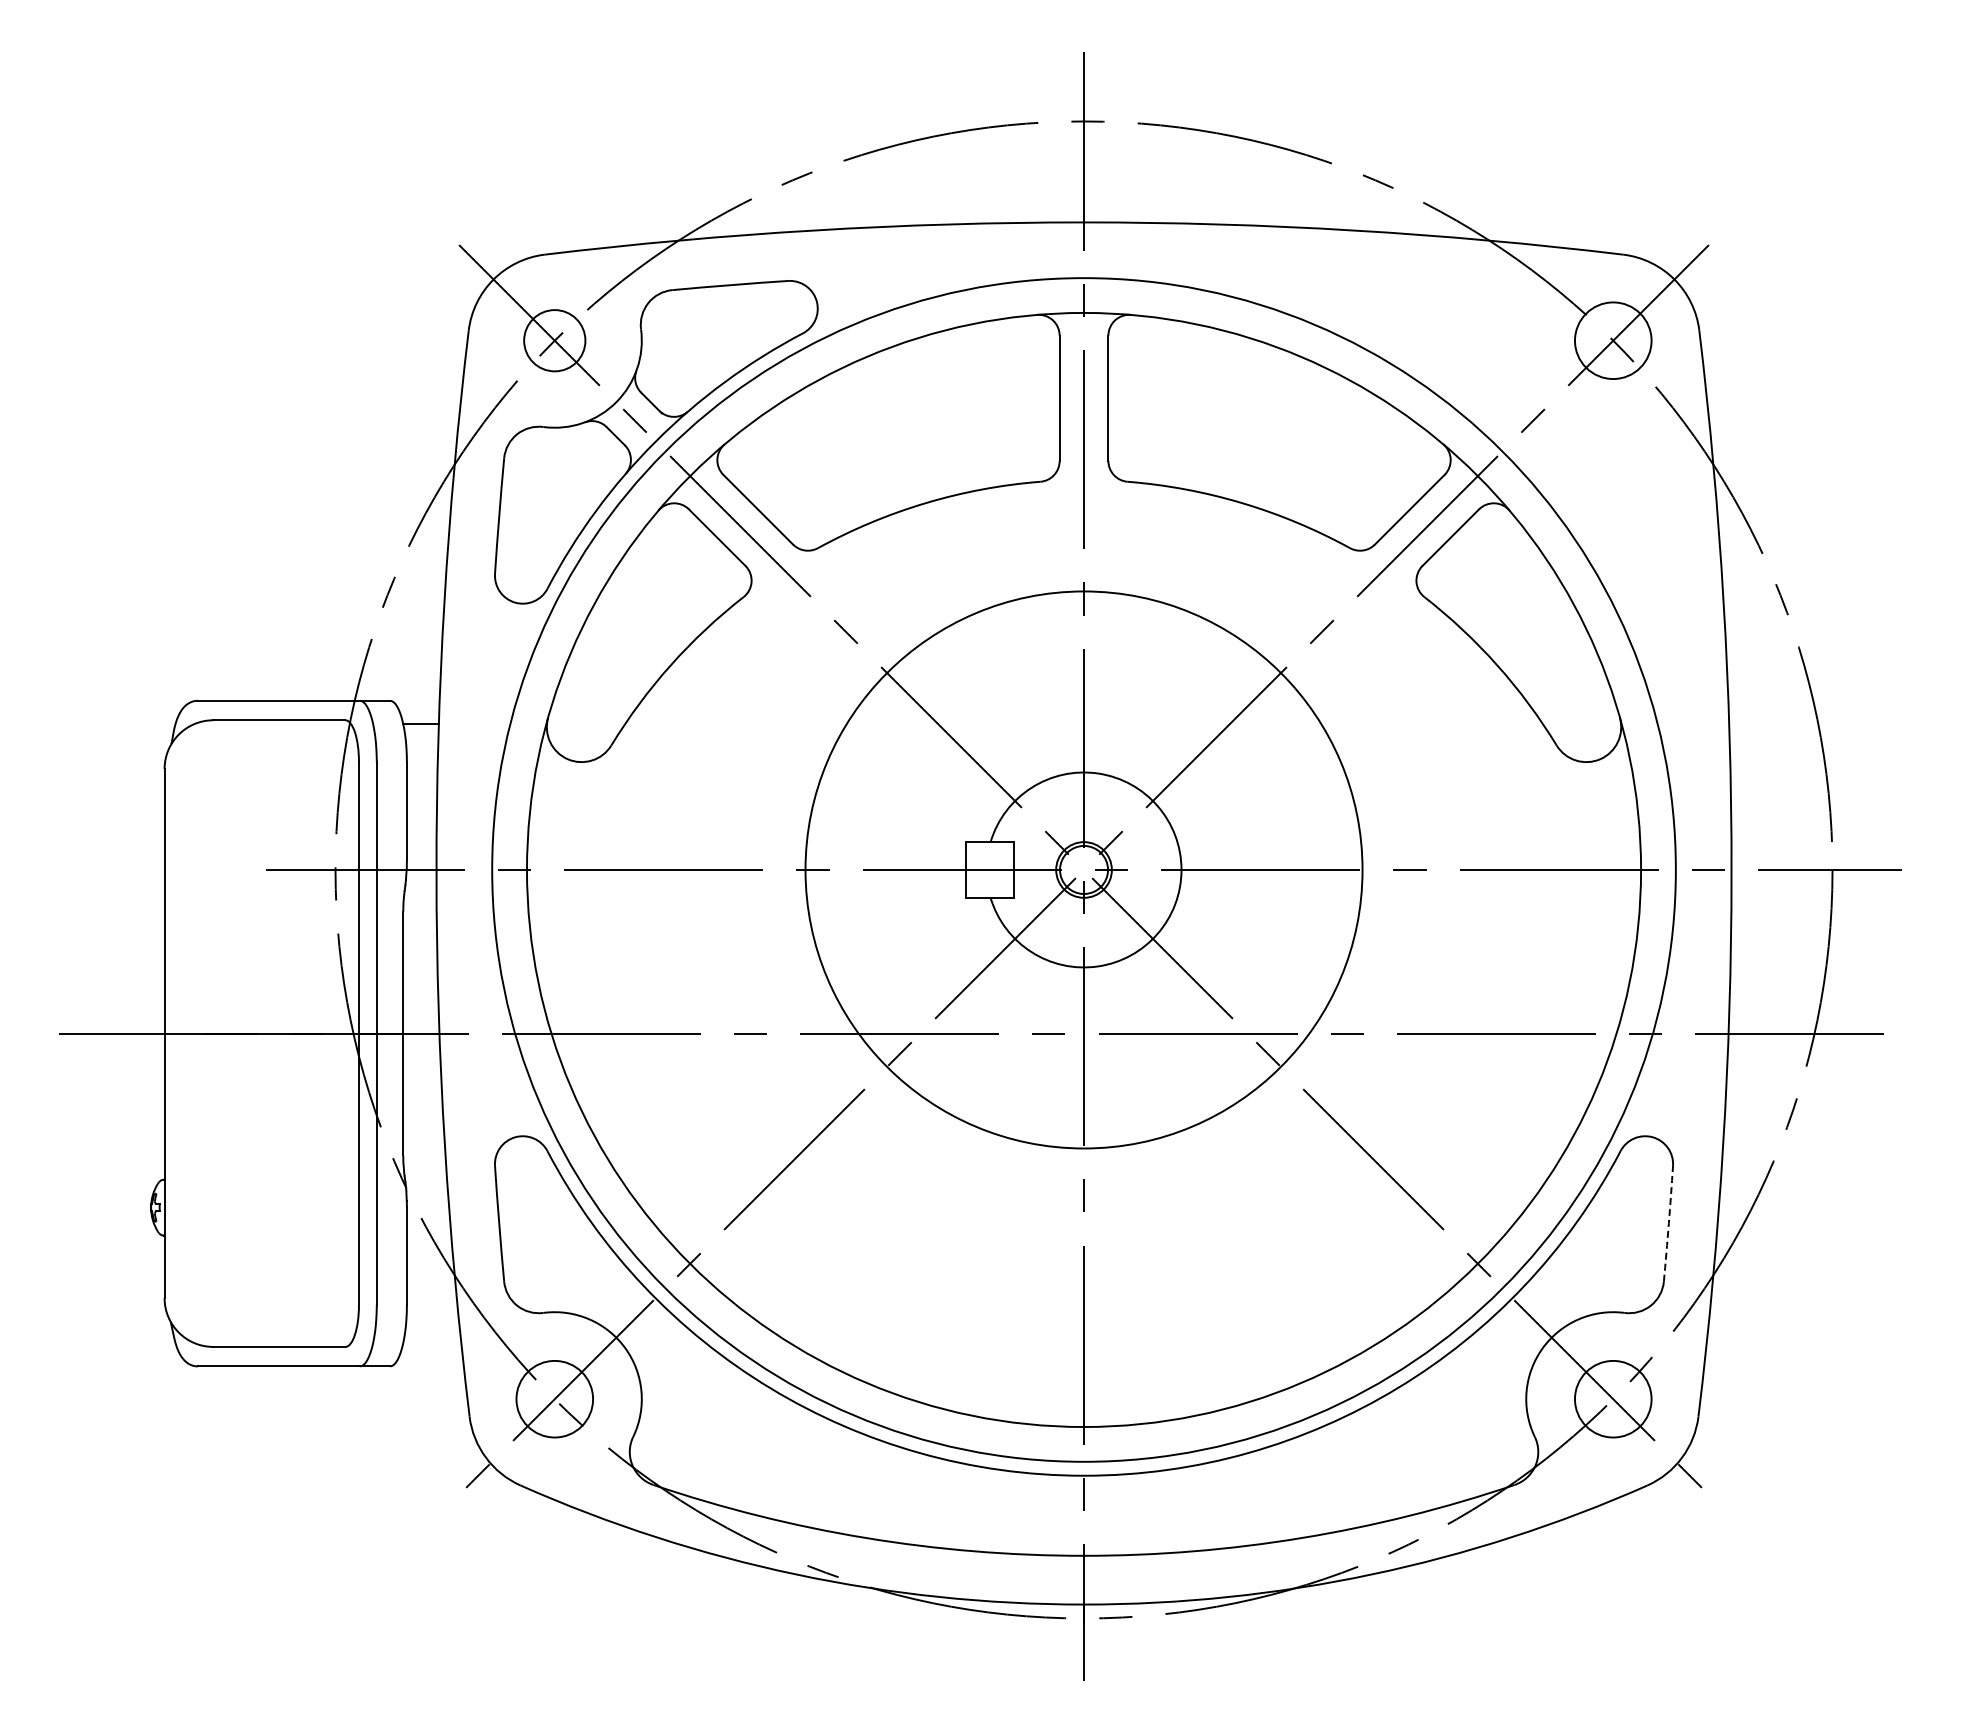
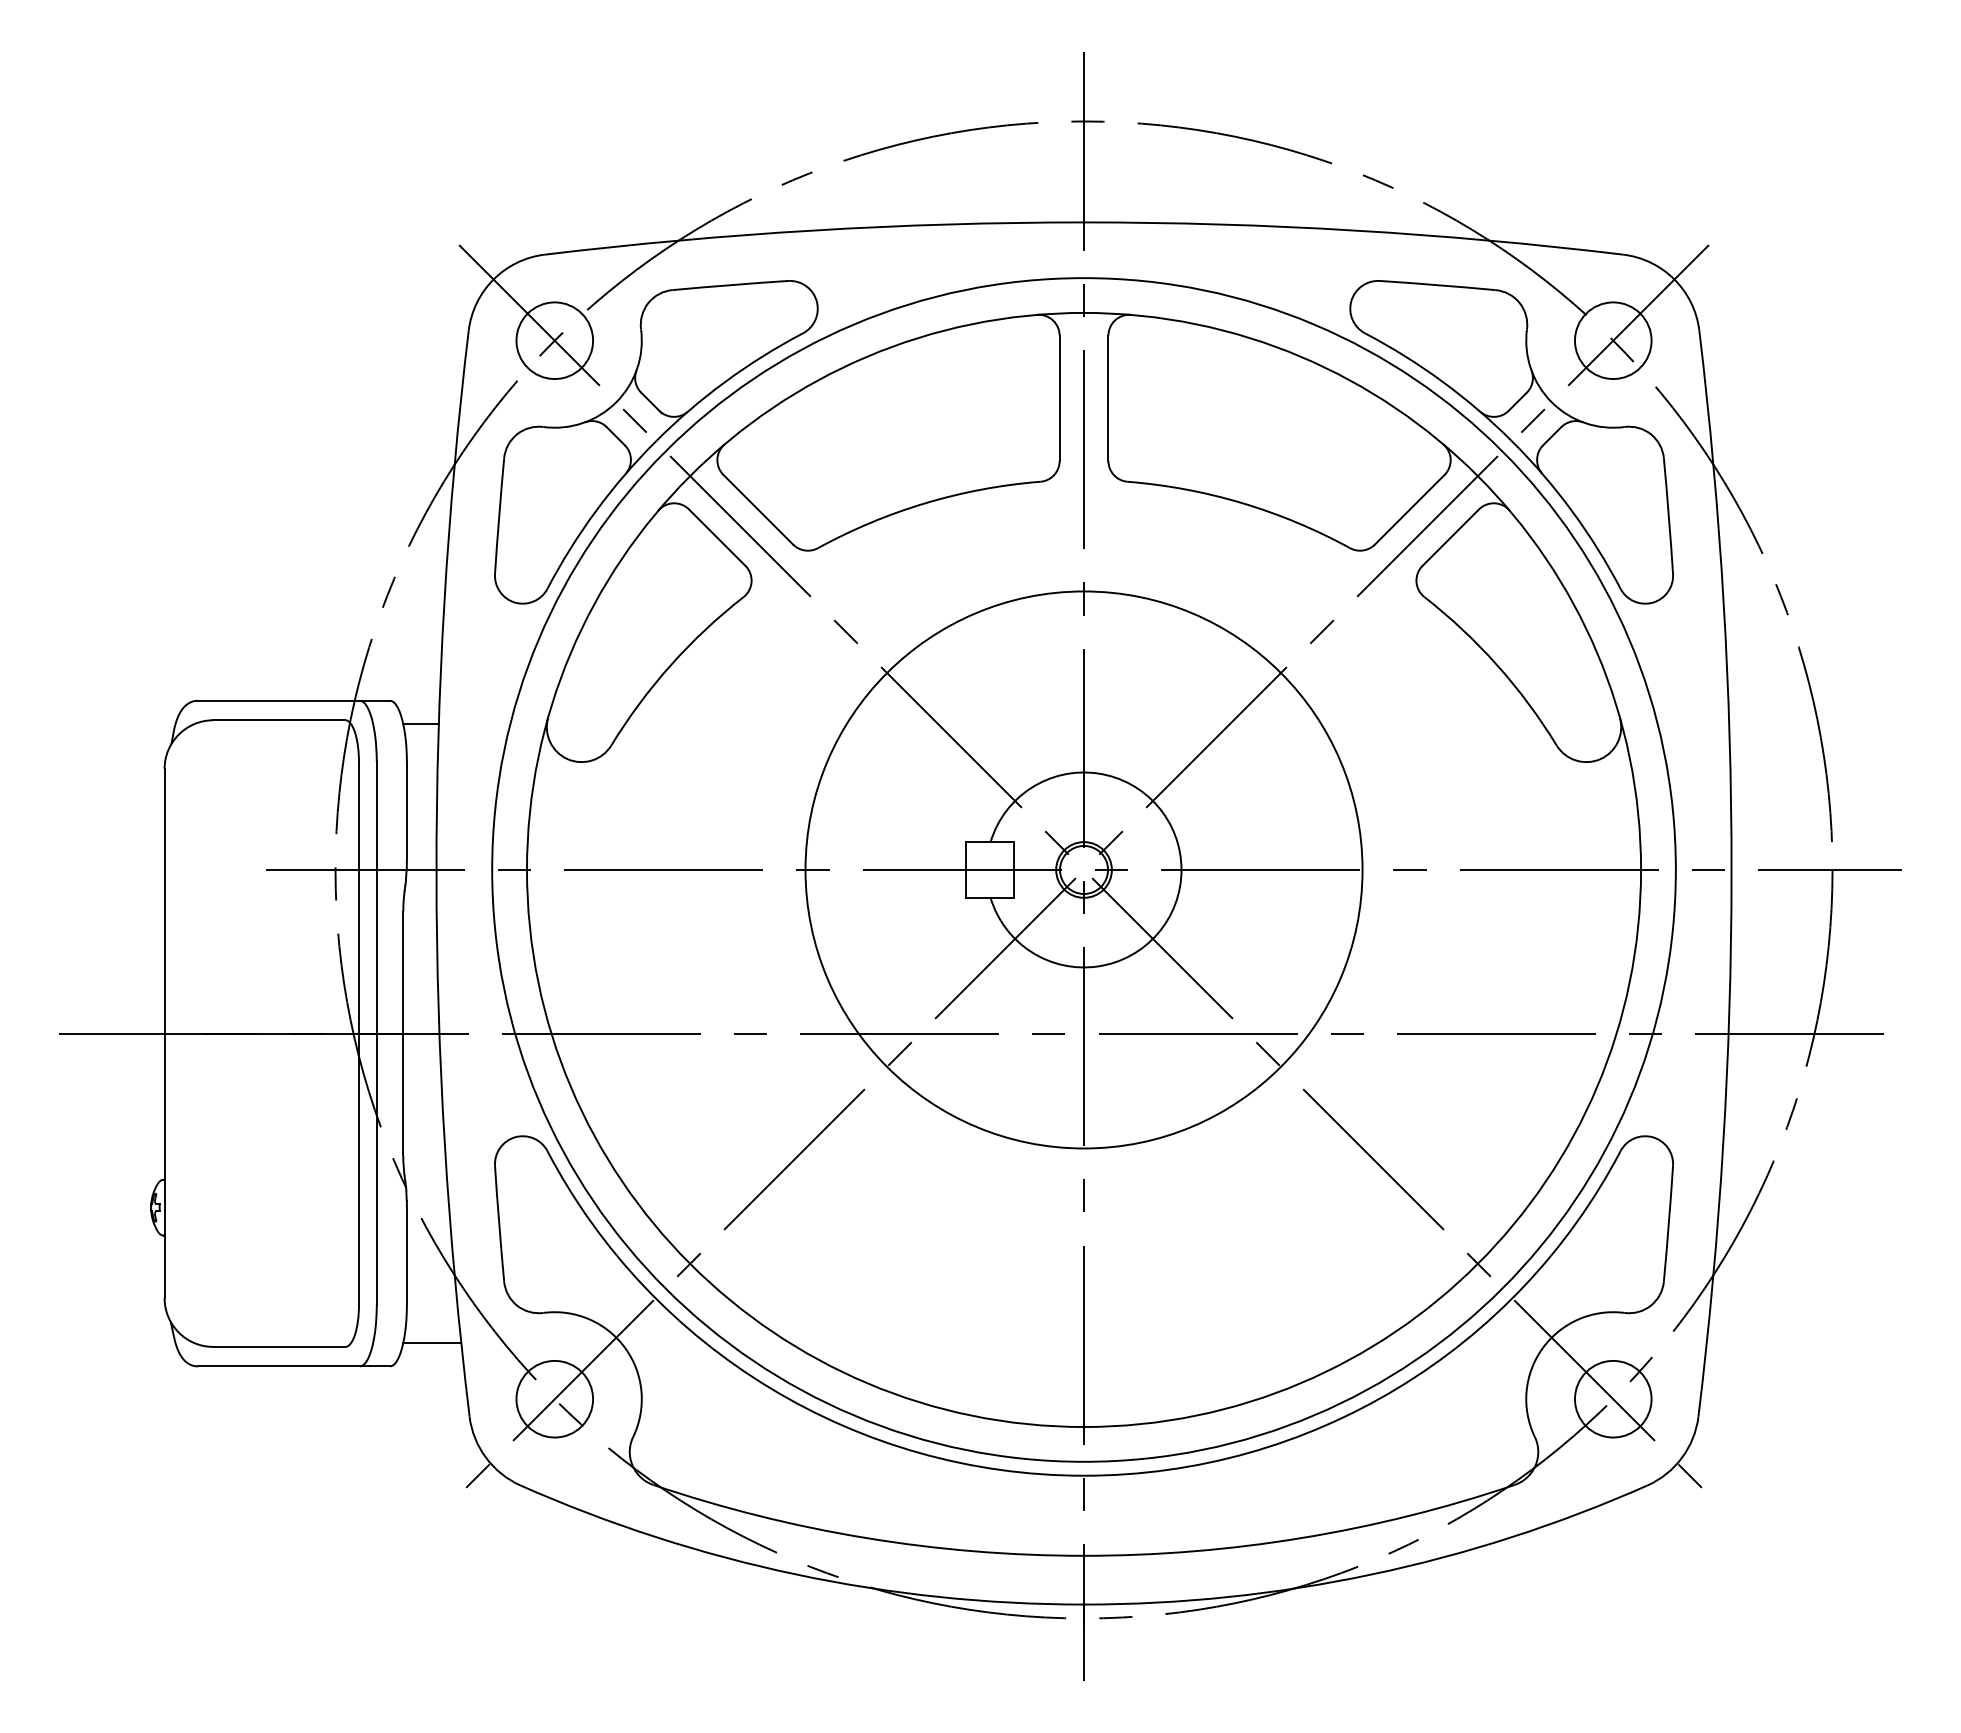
circle at (554, 340) diameter: 61 px -> 77 px
part at (1511, 442): none -> present
arc at (1668, 1223): dashed -> solid
line at (432, 1343): none -> present
